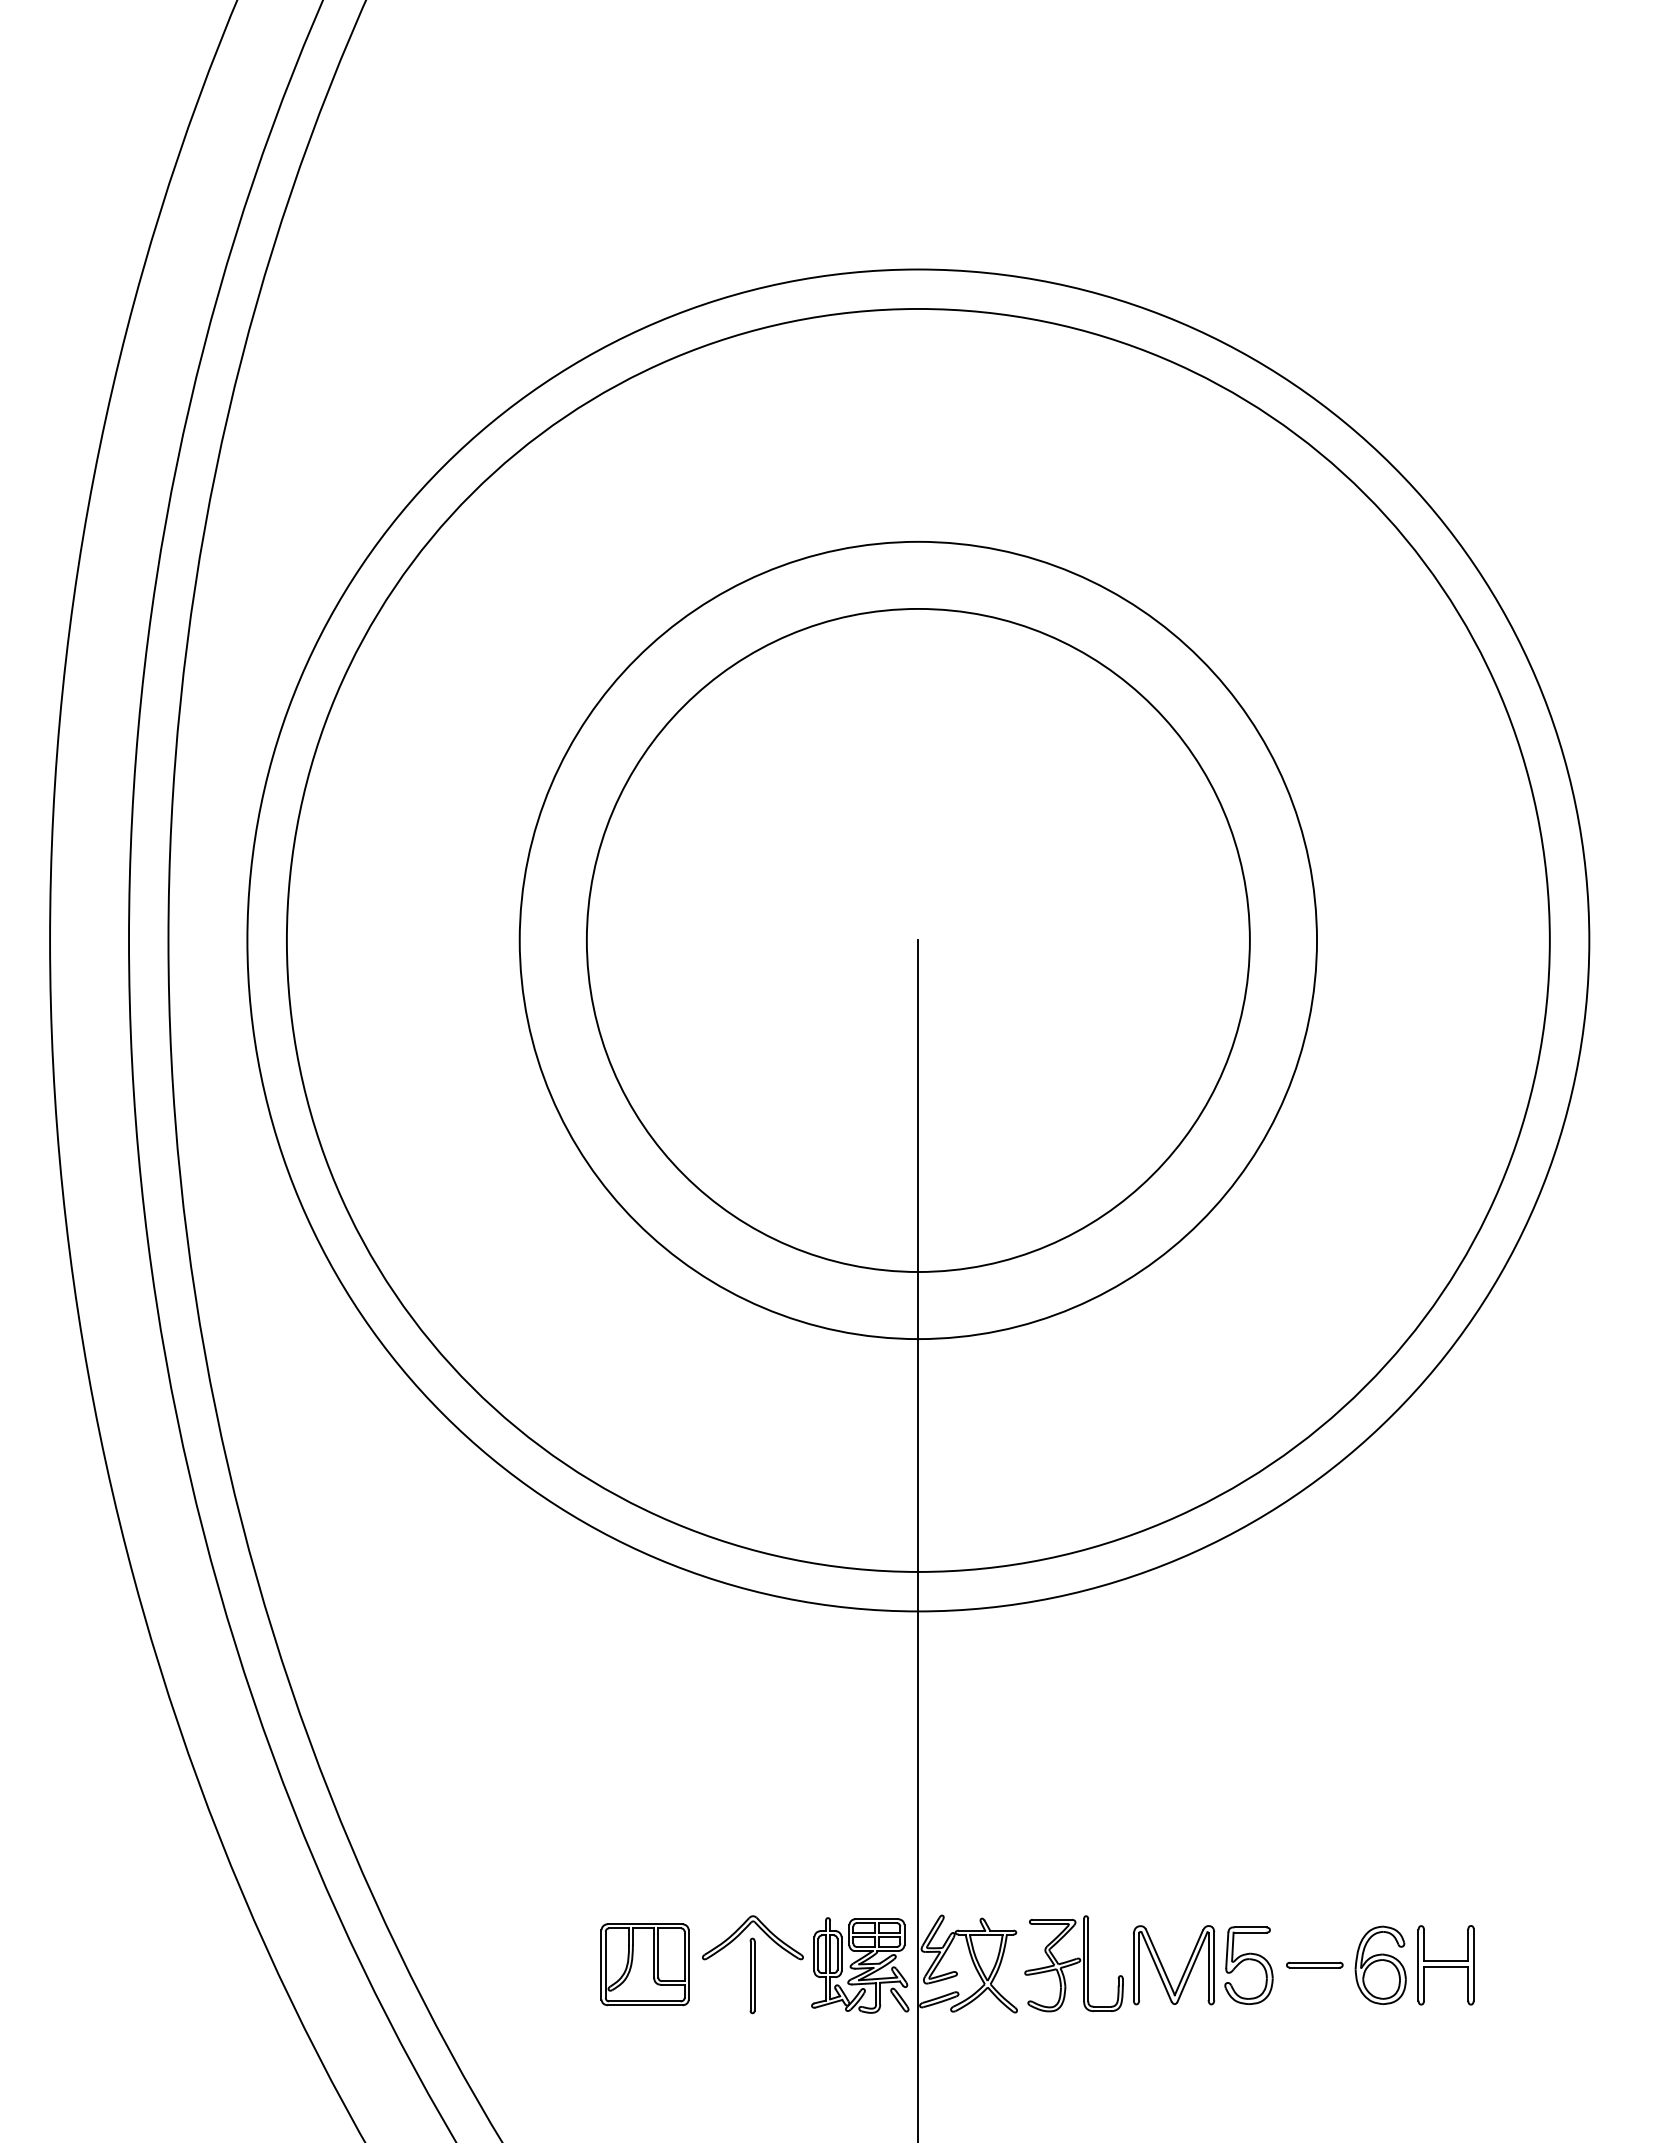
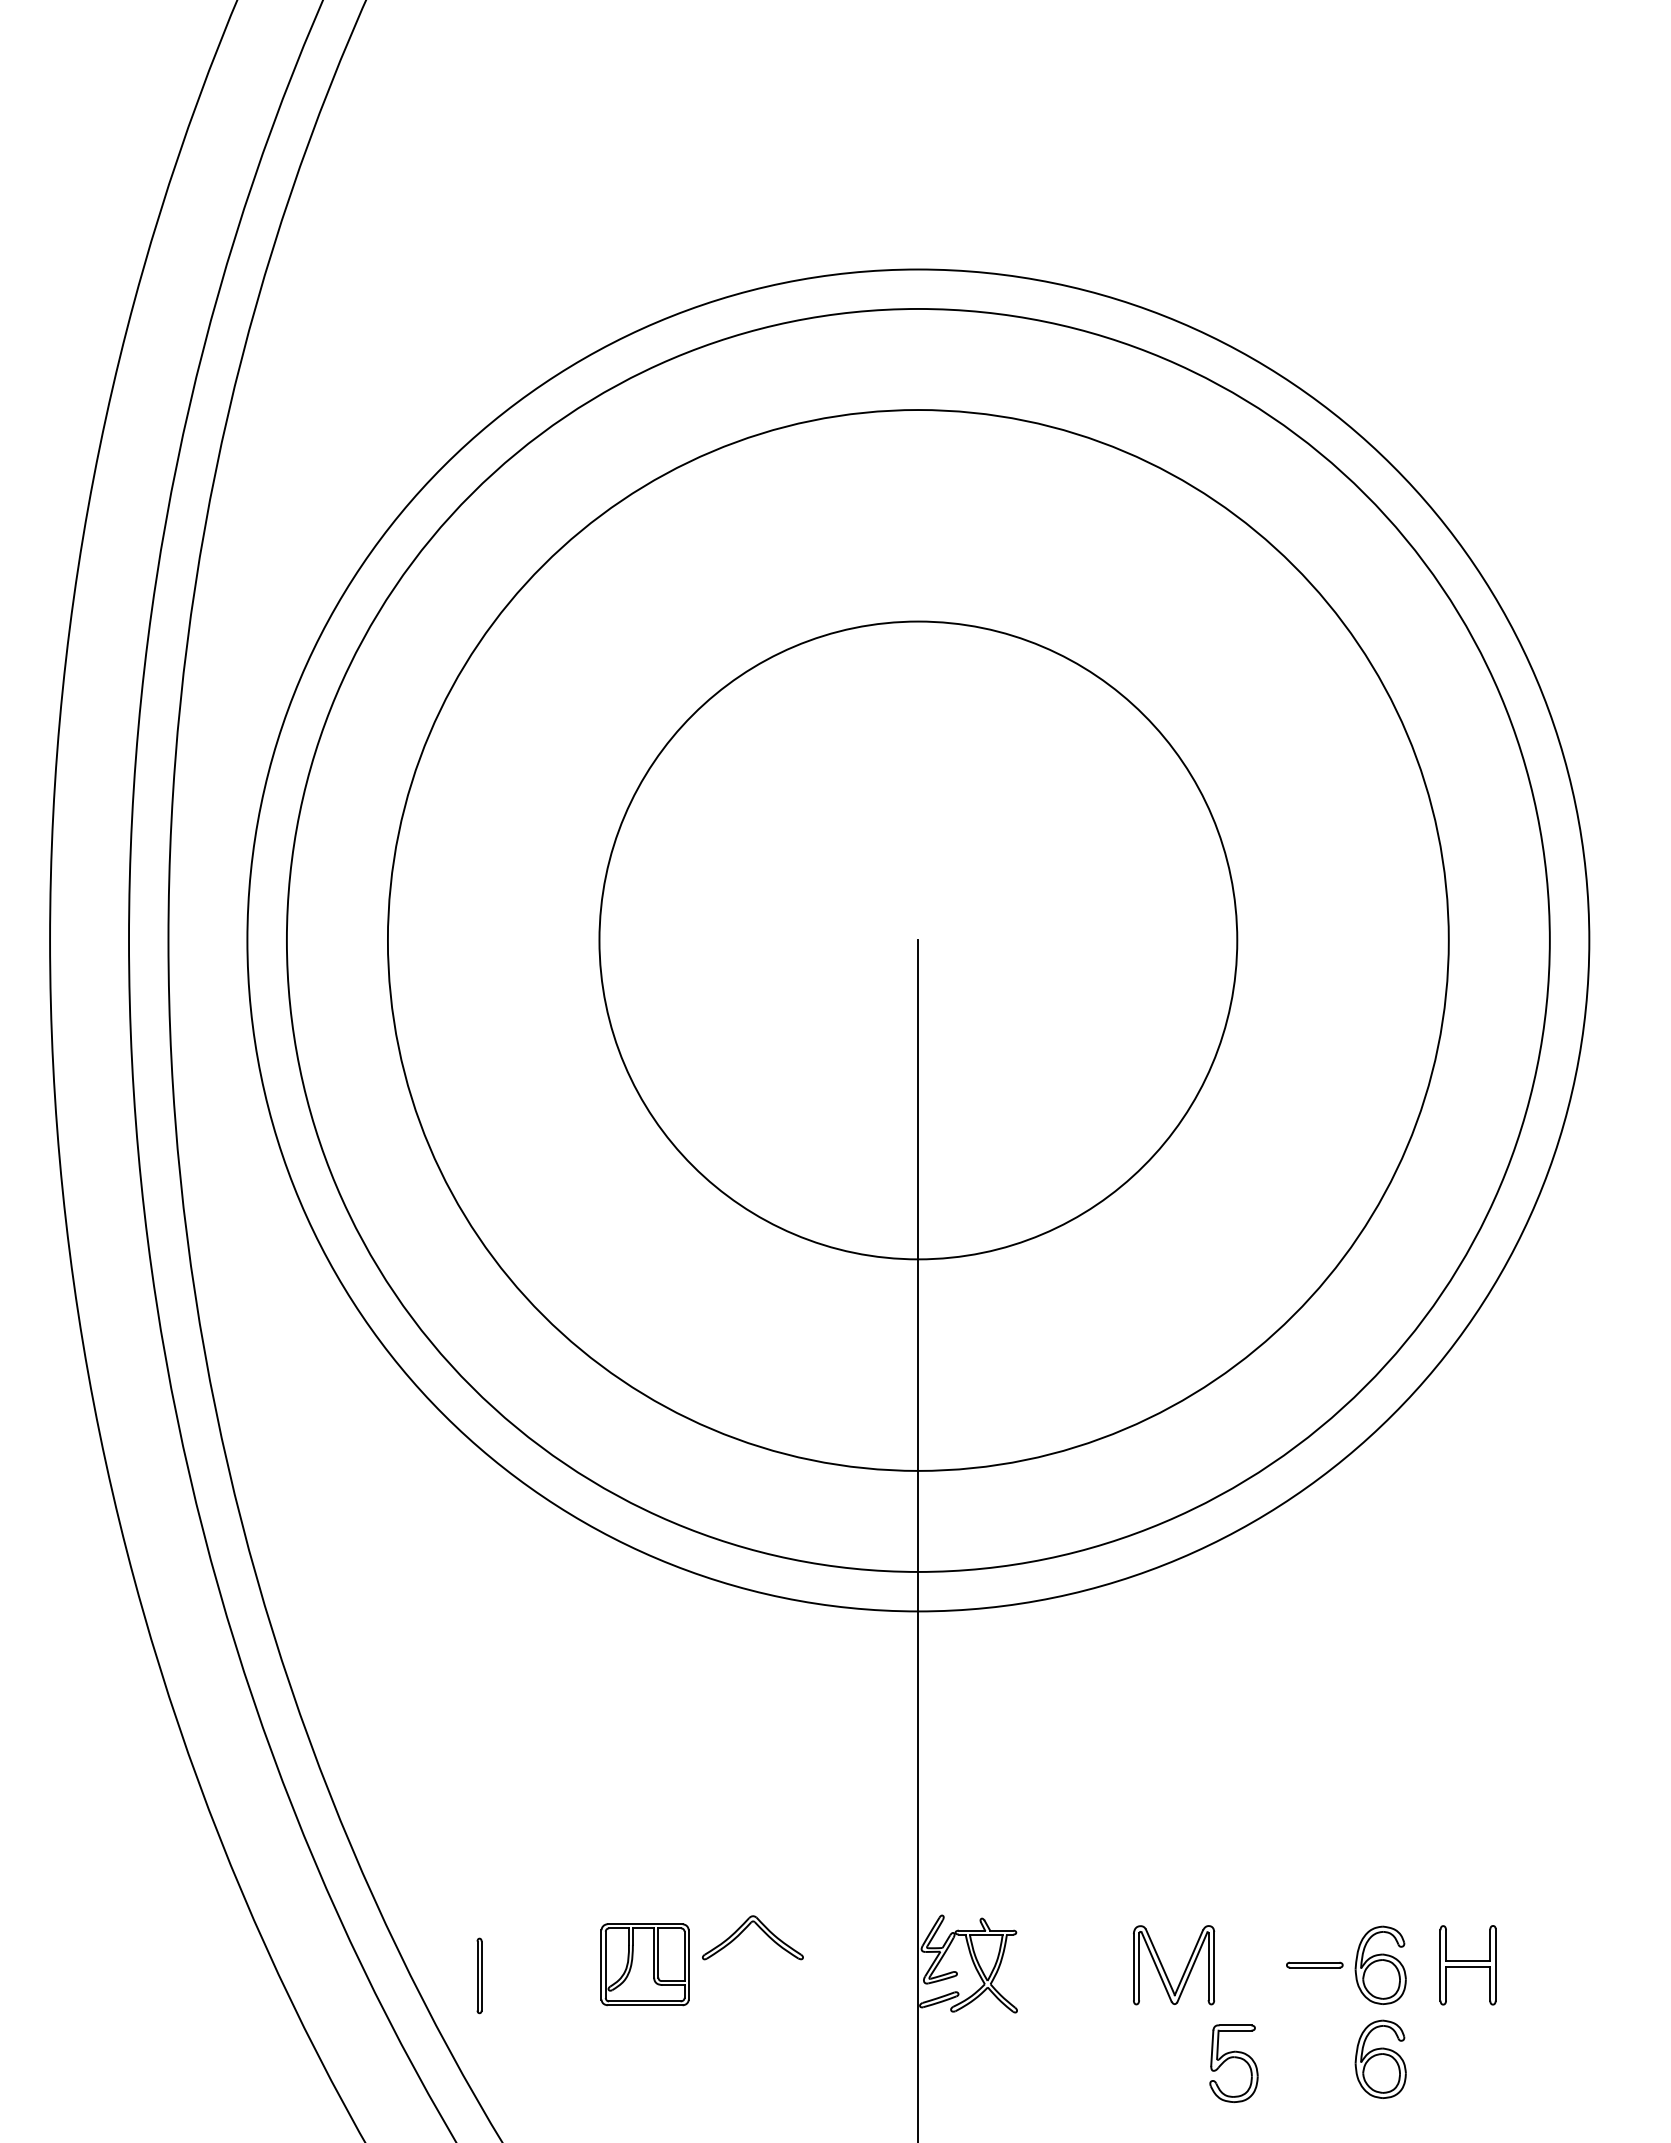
circle at (917, 940) diameter: 663 px -> 1061 px
circle at (918, 940) diameter: 797 px -> 638 px
part at (1073, 1963): present -> none
part at (860, 1965): present -> none
part at (1248, 1965) position: (1248, 1965) -> (1233, 2063)
part at (1445, 1965) position: (1445, 1965) -> (1467, 1965)
part at (752, 1975) position: (752, 1975) -> (479, 1975)
part at (1380, 2058): none -> present
